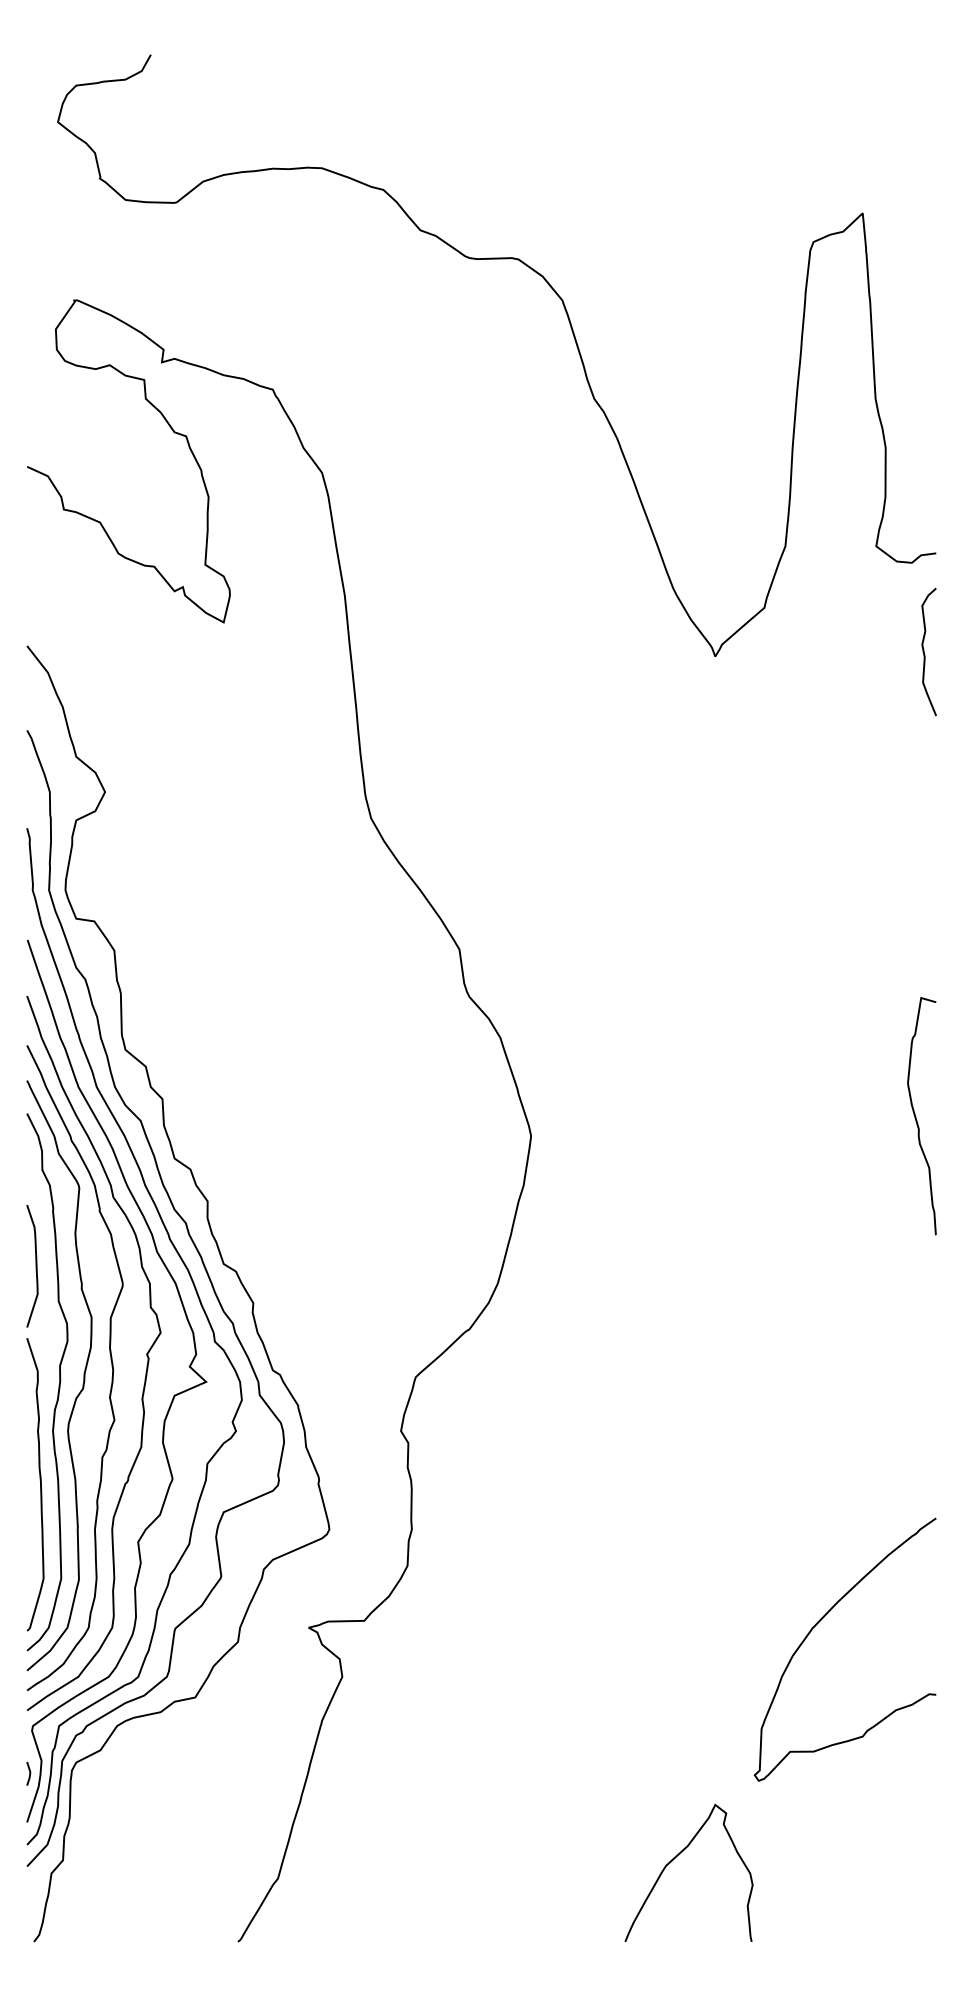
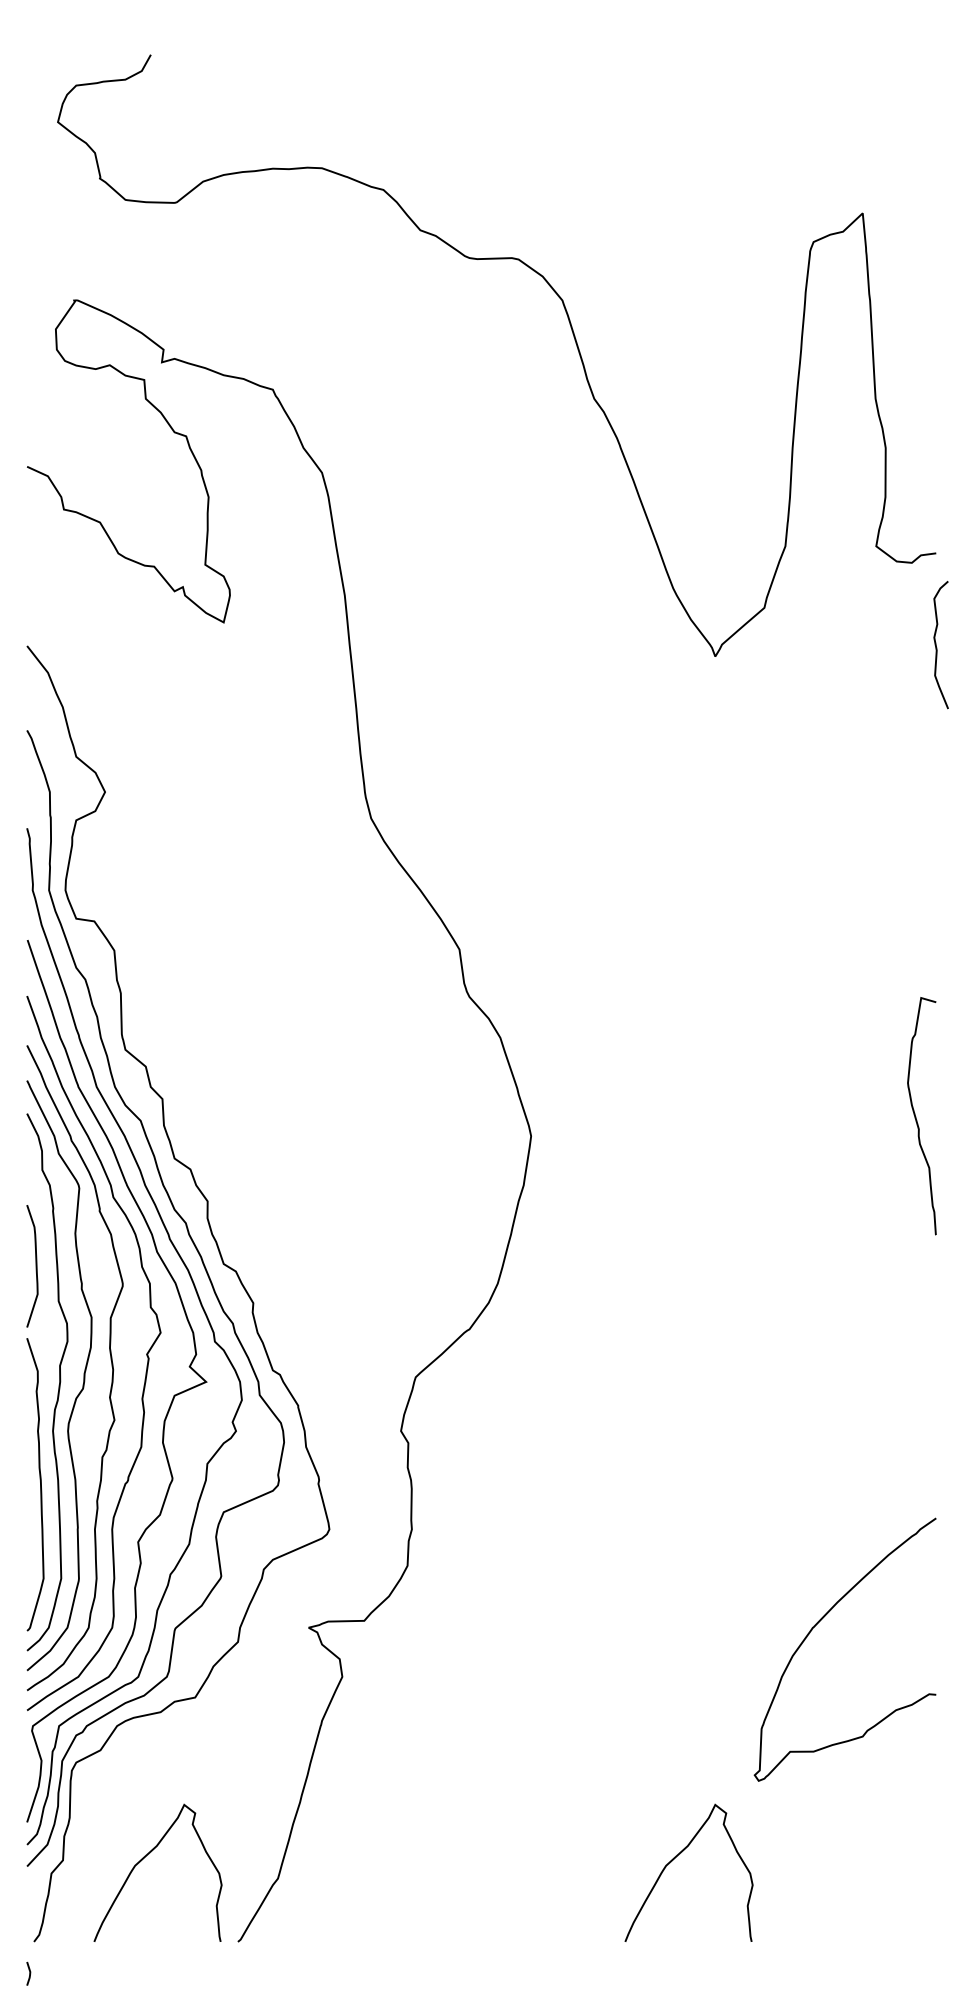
curve at (925, 654) position: (925, 654) -> (937, 647)
line at (29, 1773) position: (29, 1773) -> (29, 1973)
curve at (144, 1858): none -> present
